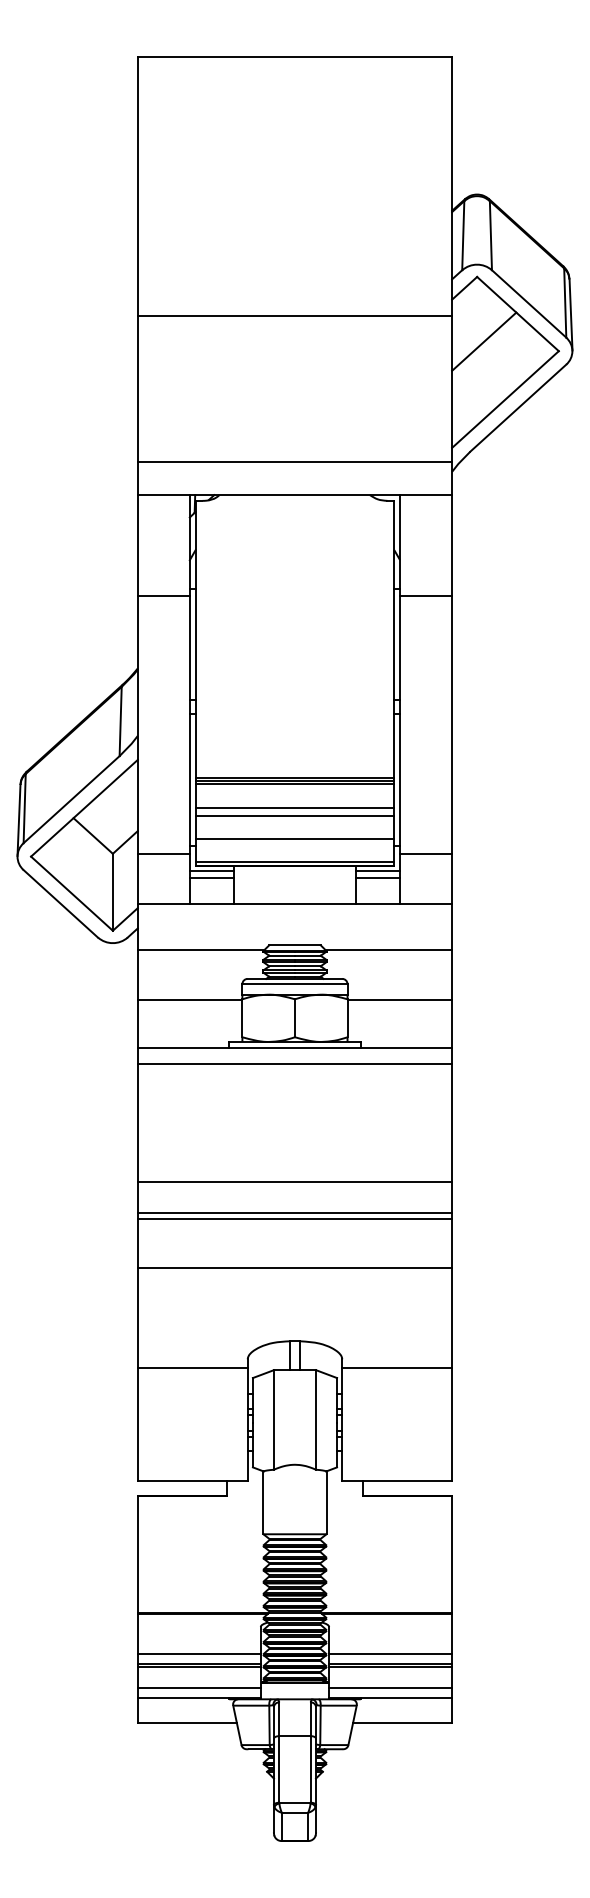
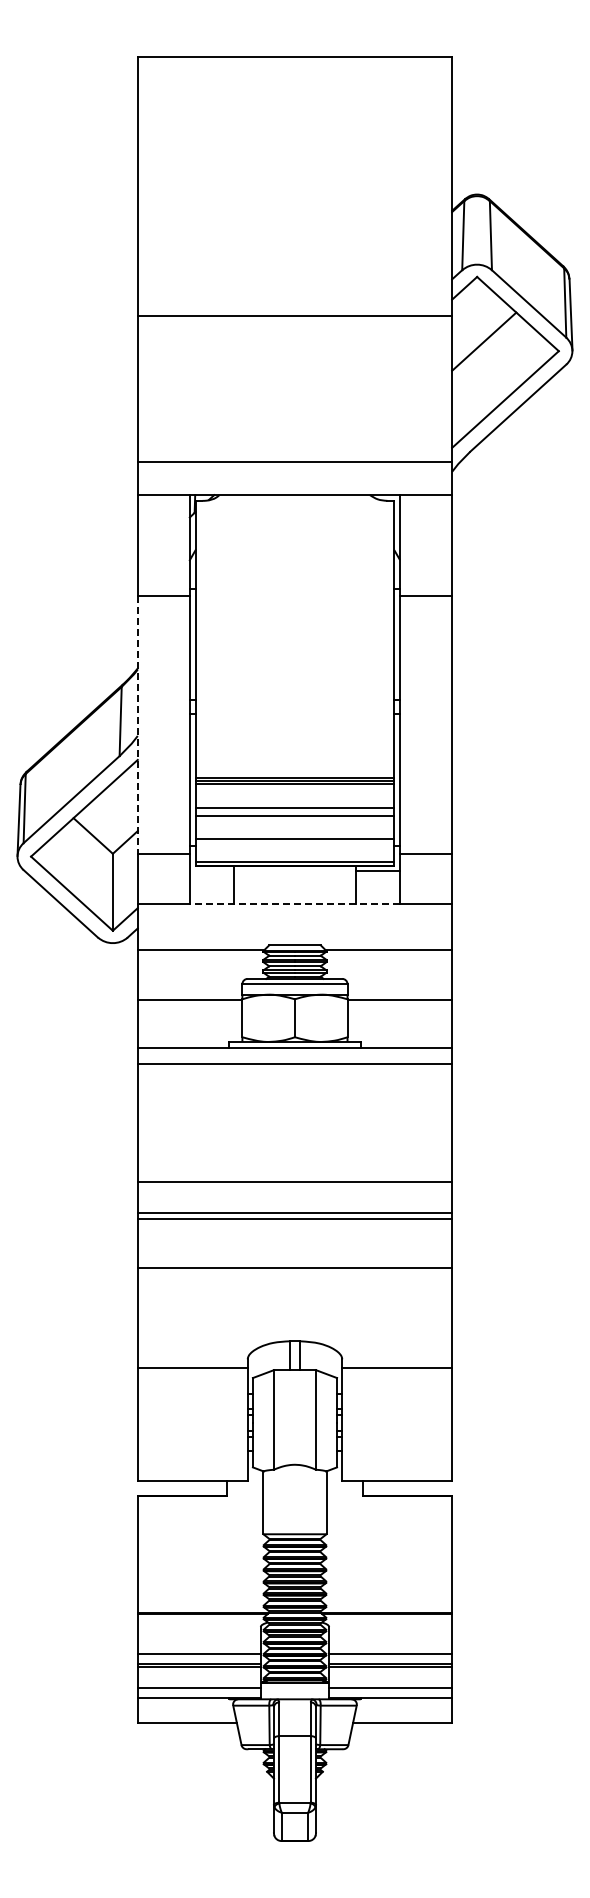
line at (137, 725): solid -> dashed
line at (211, 871): present -> none
line at (211, 878): present -> none
line at (377, 878): present -> none
line at (294, 904): solid -> dashed
